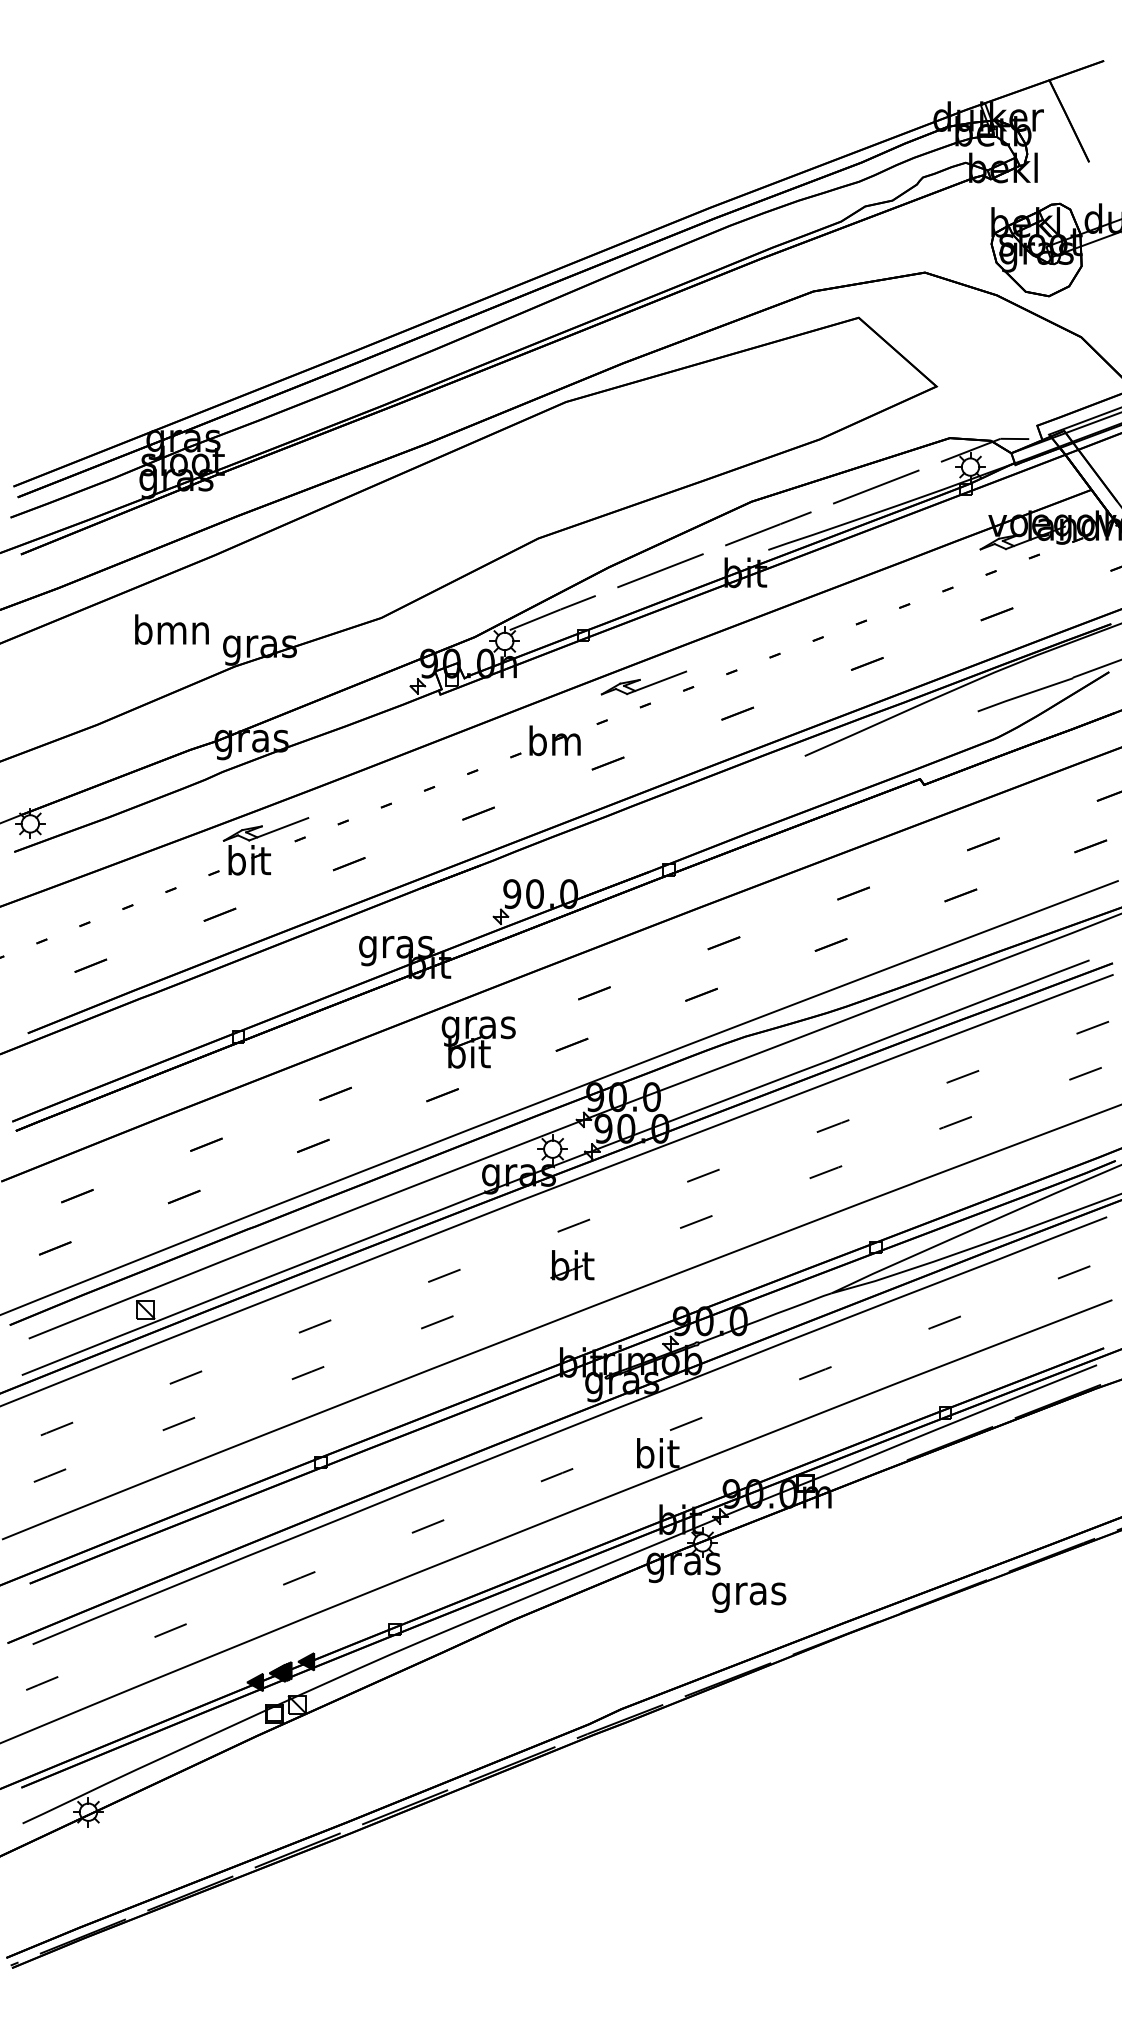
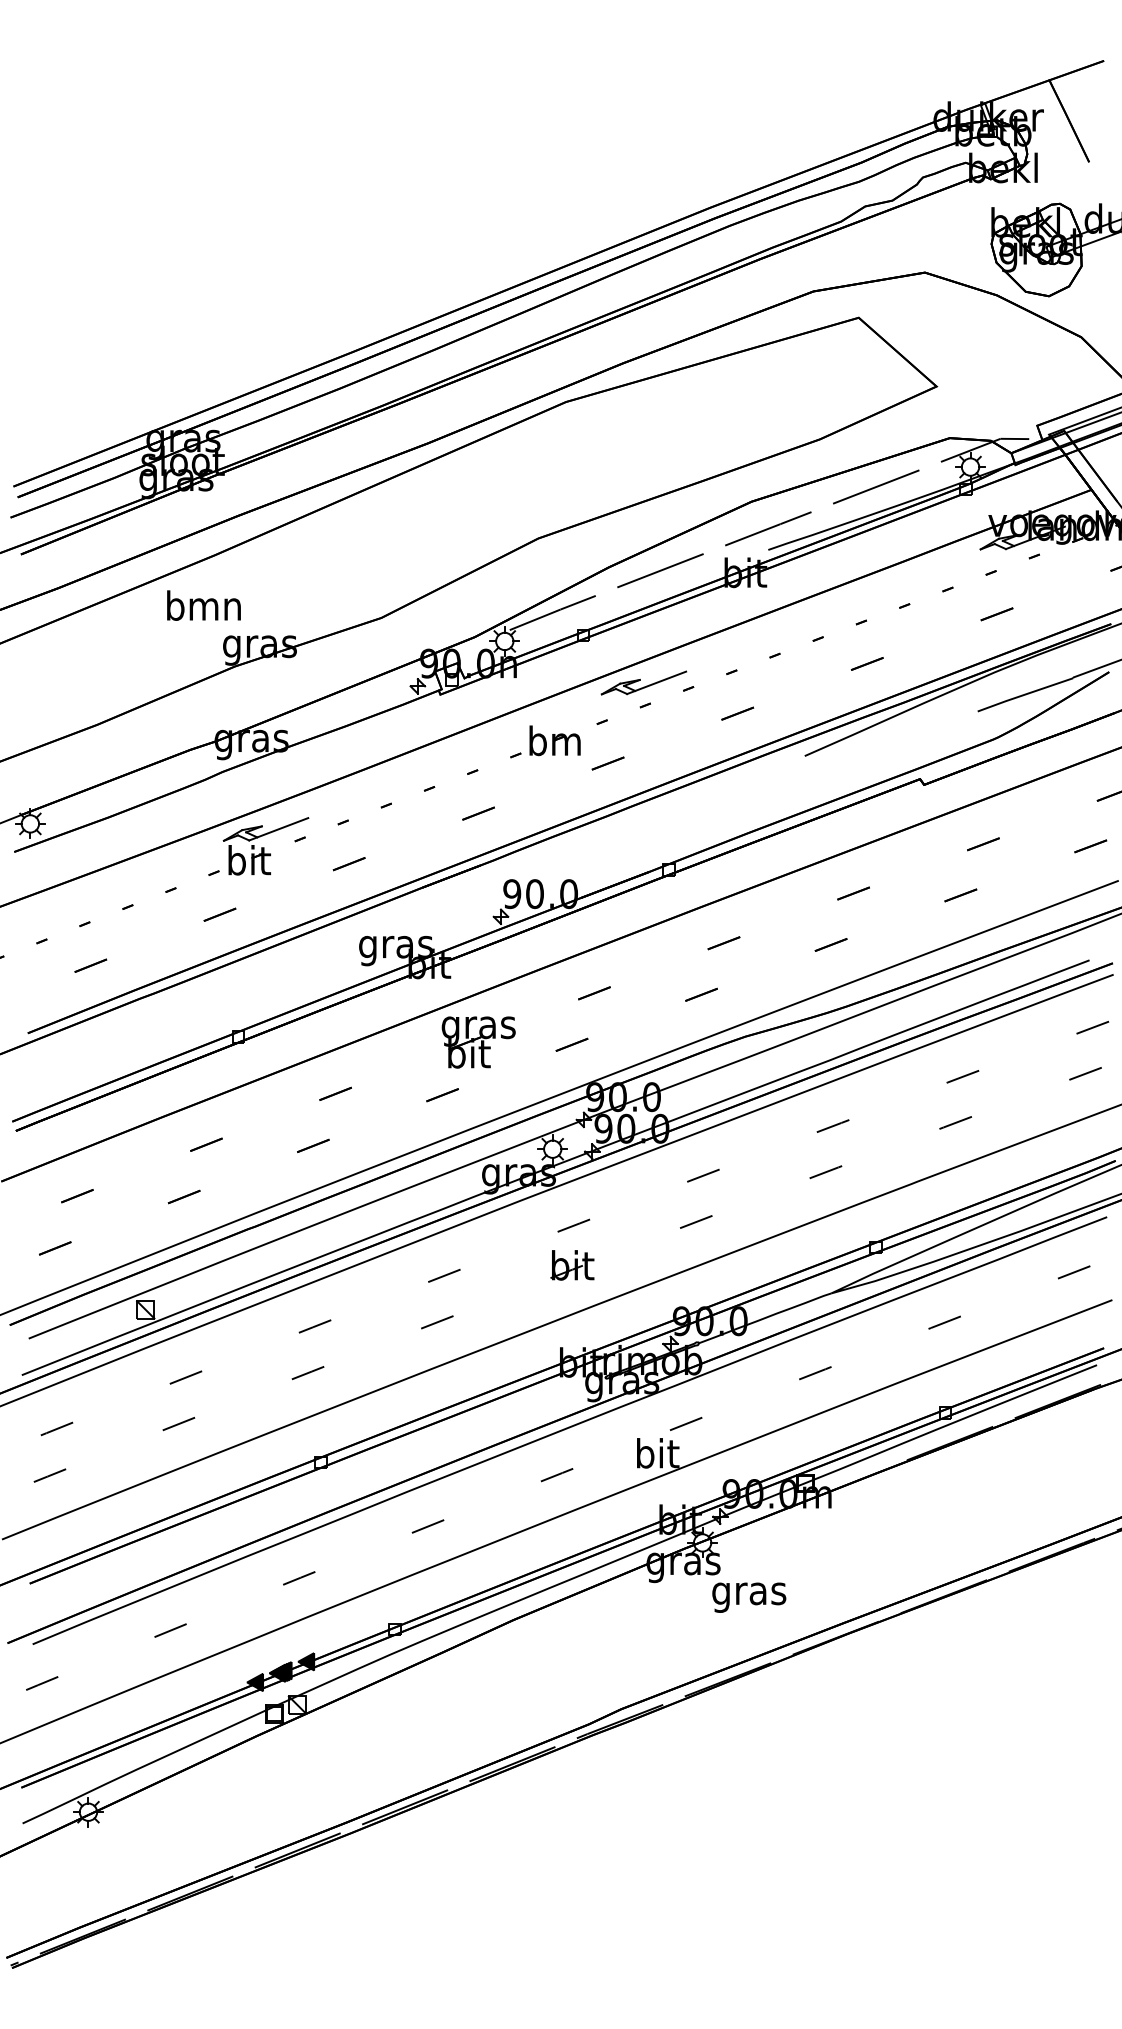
text at (171, 629) position: (171, 629) -> (203, 605)
